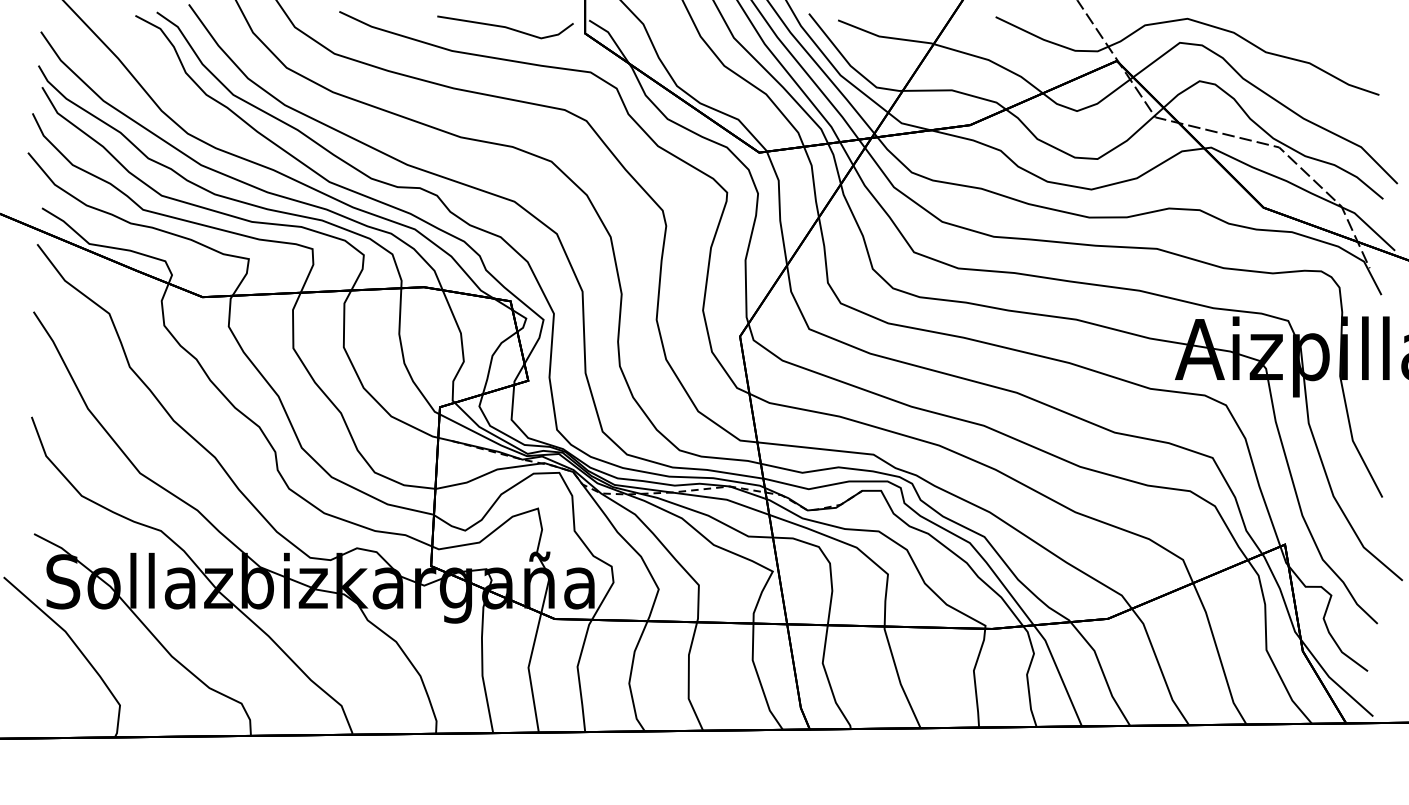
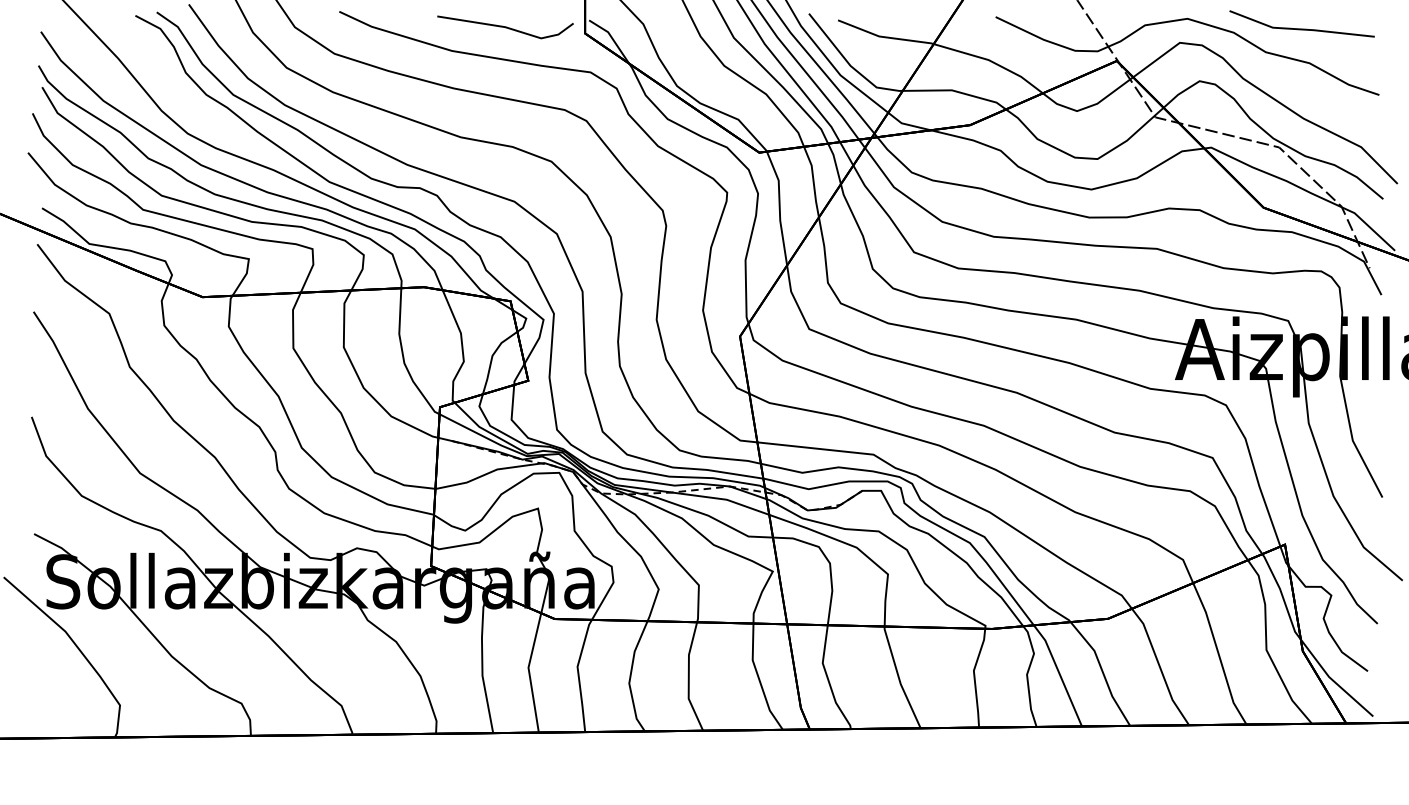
line at (1301, 28): none -> present
